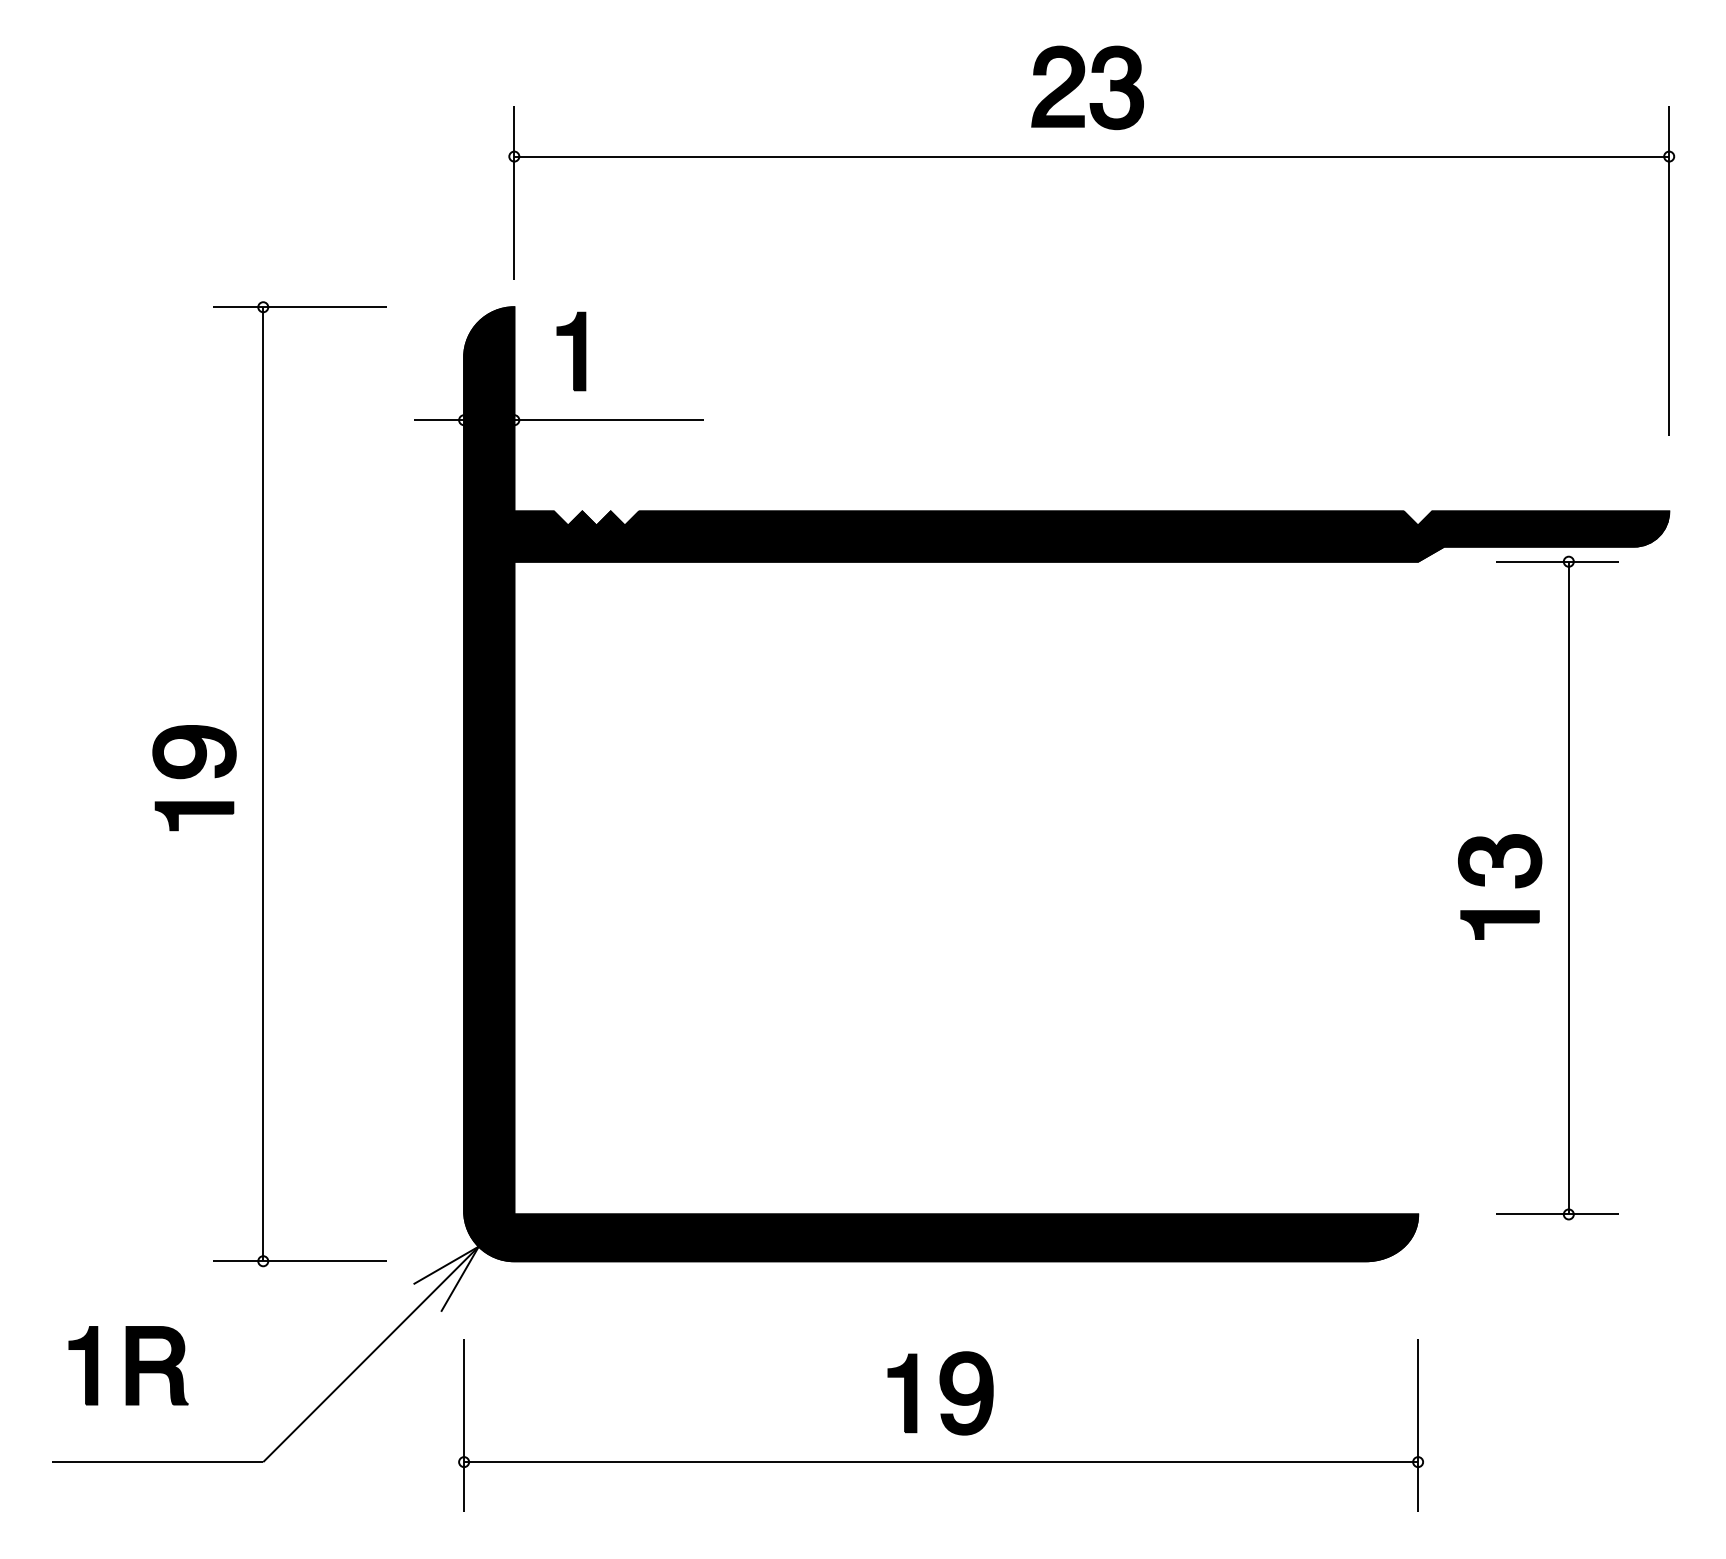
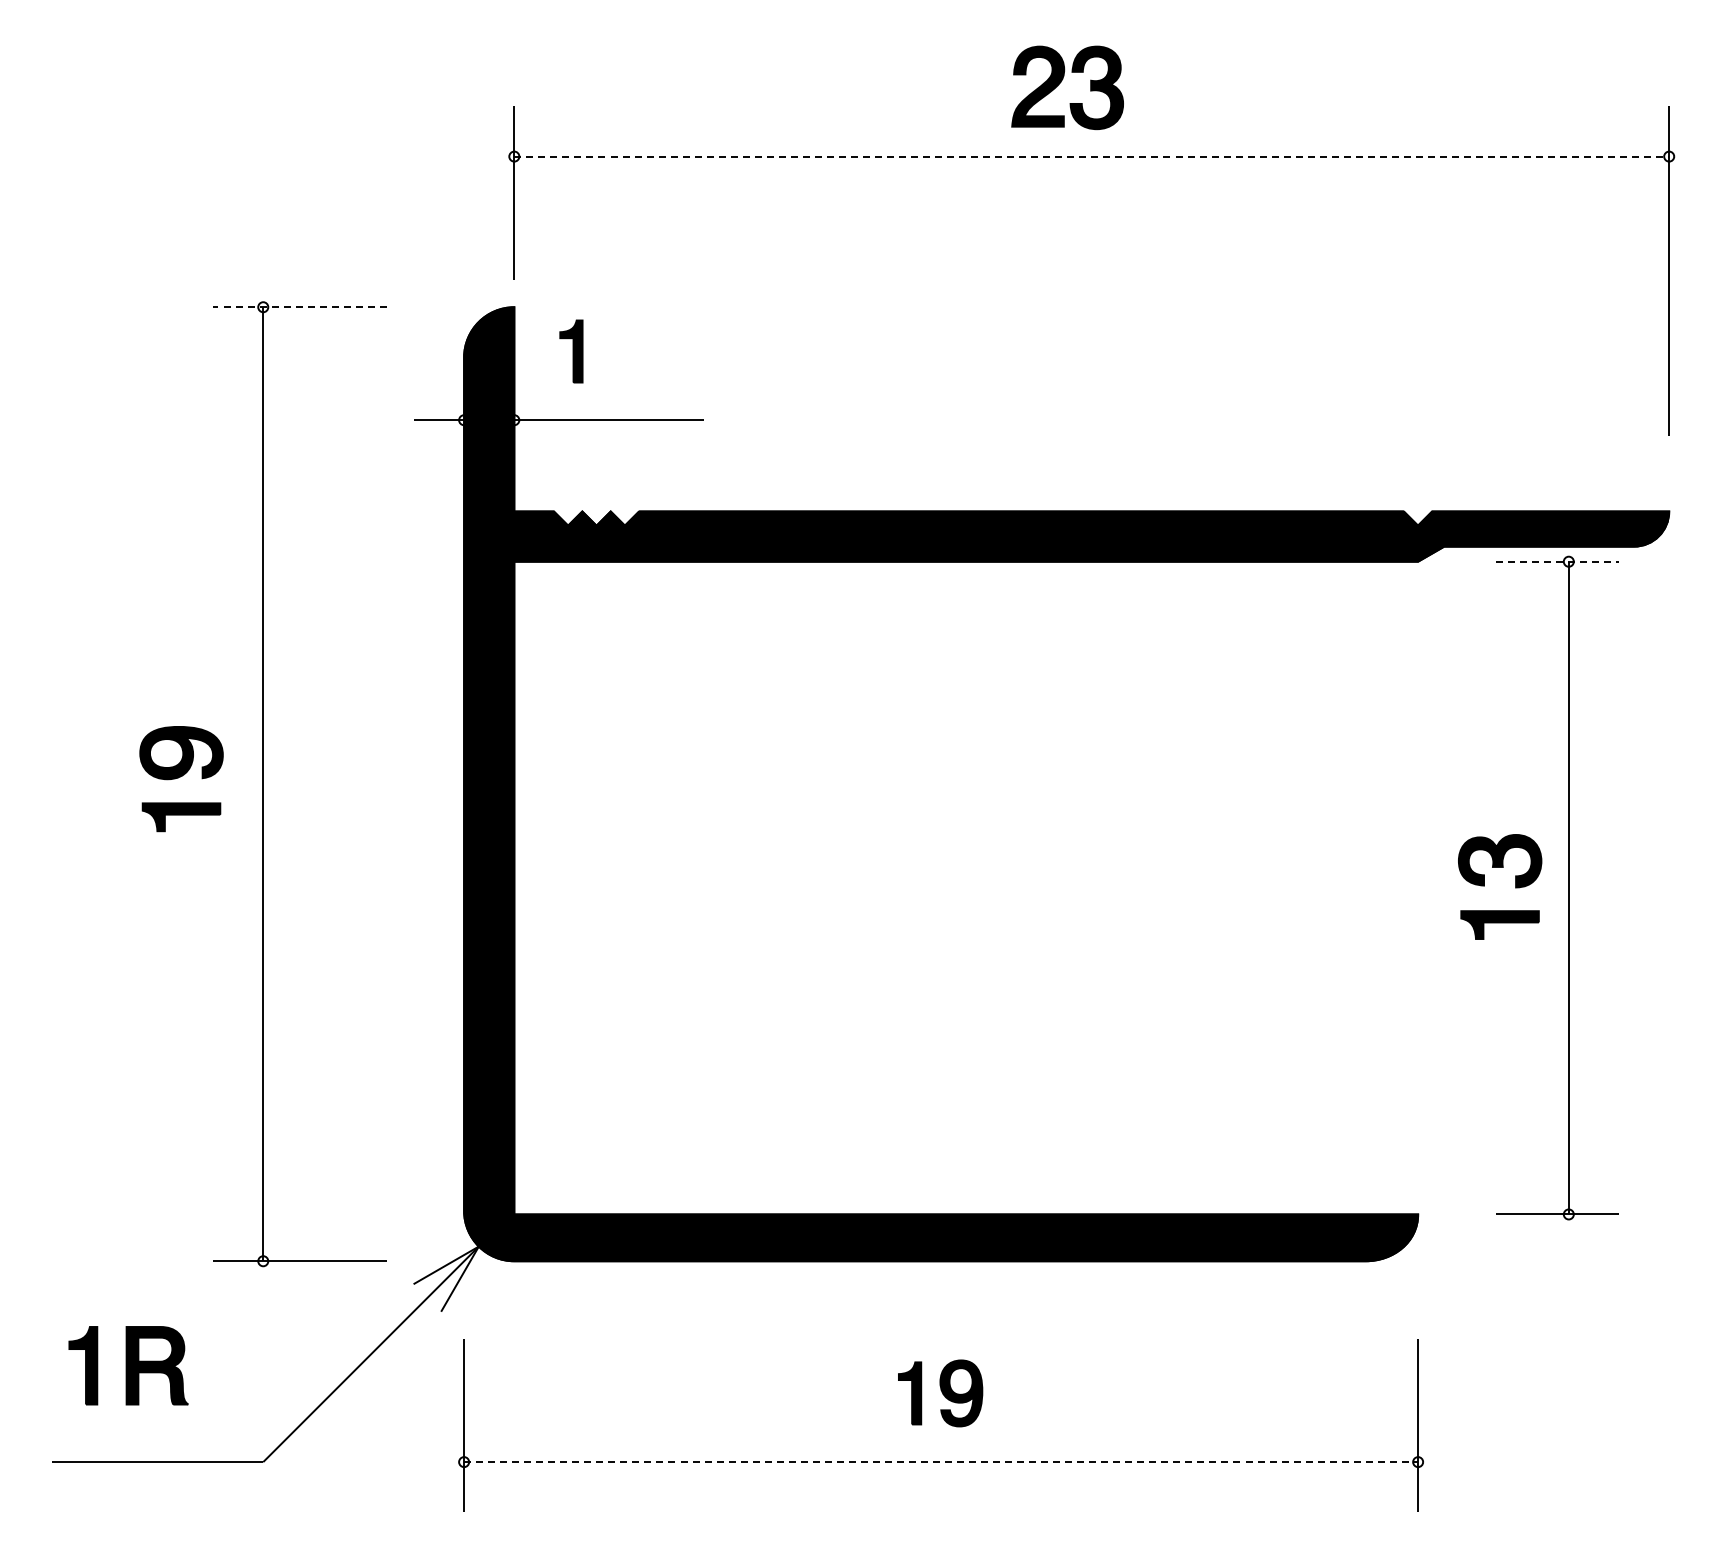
part at (1081, 82) position: (1081, 82) -> (1061, 82)
line at (1092, 156): solid -> dashed
line at (299, 307): solid -> dashed
part at (571, 351) size: 31x81 px -> 25x65 px
line at (1557, 561): solid -> dashed
part at (194, 778) position: (194, 778) -> (181, 779)
part at (940, 1393) size: 107x85 px -> 86x69 px
line at (941, 1462): solid -> dashed
